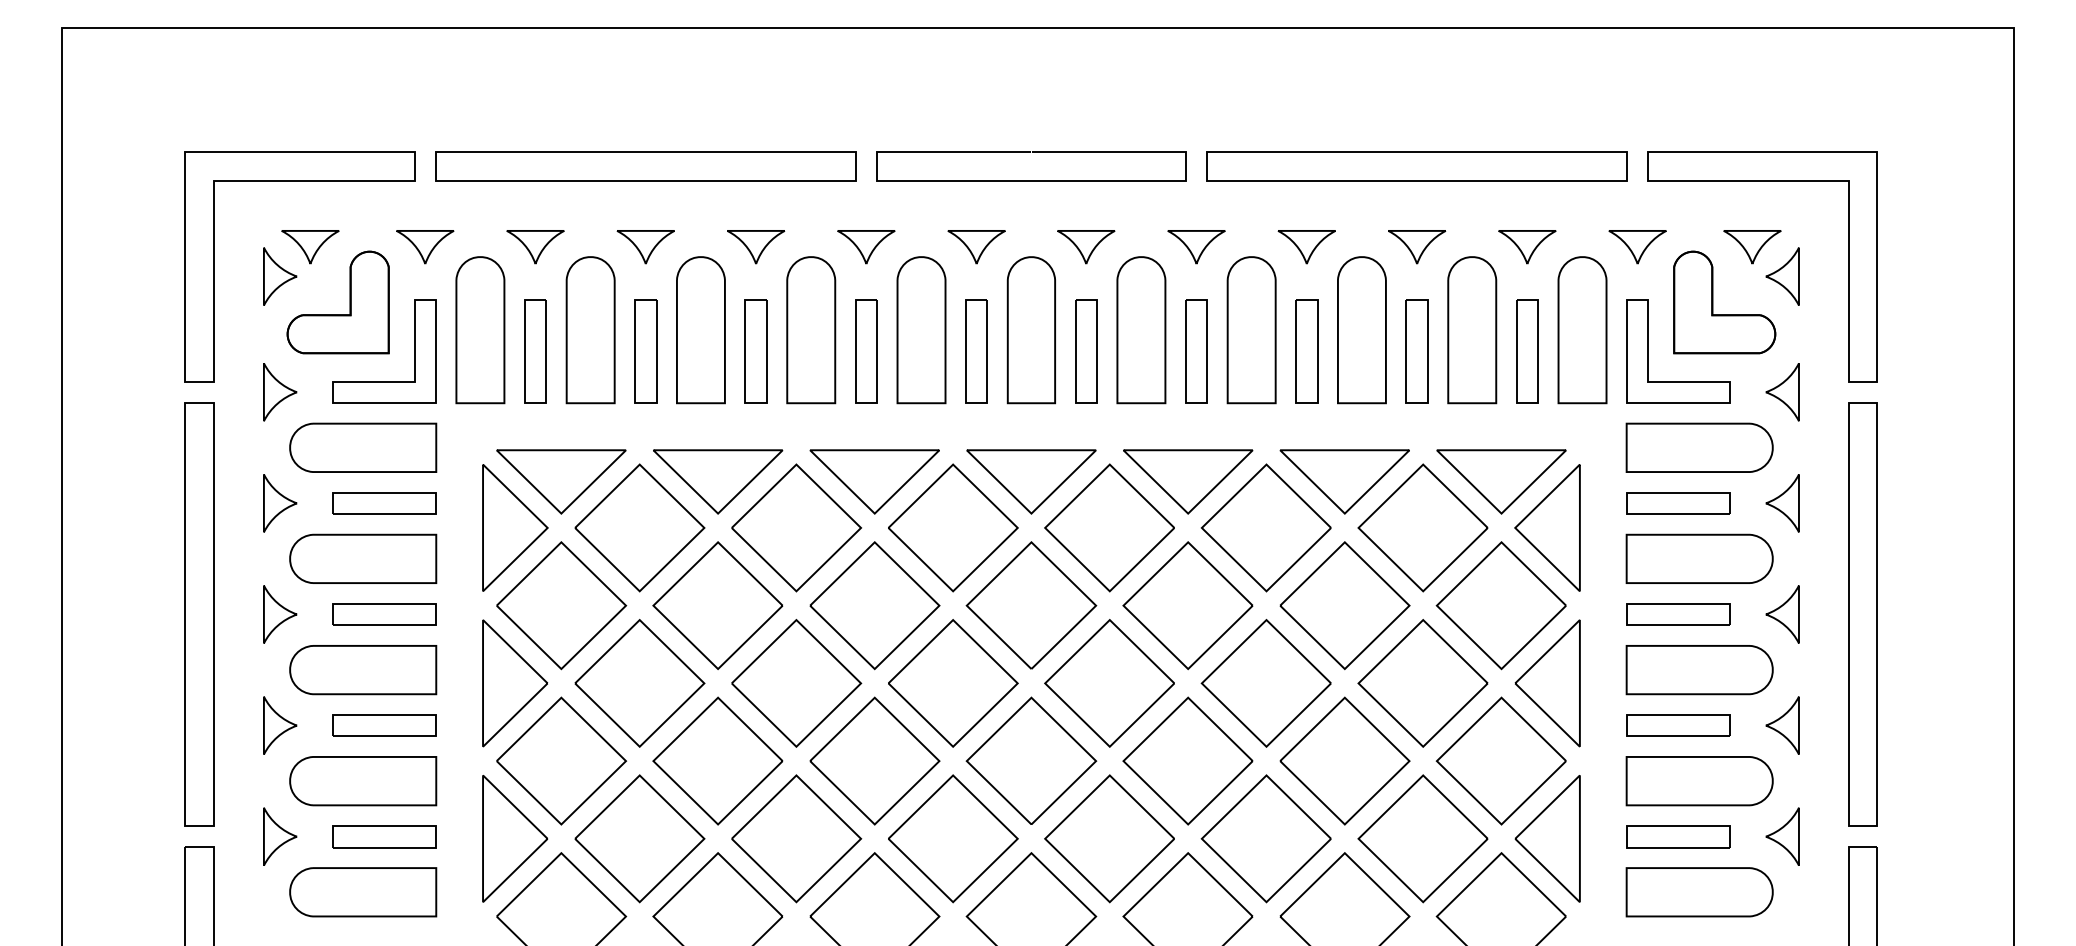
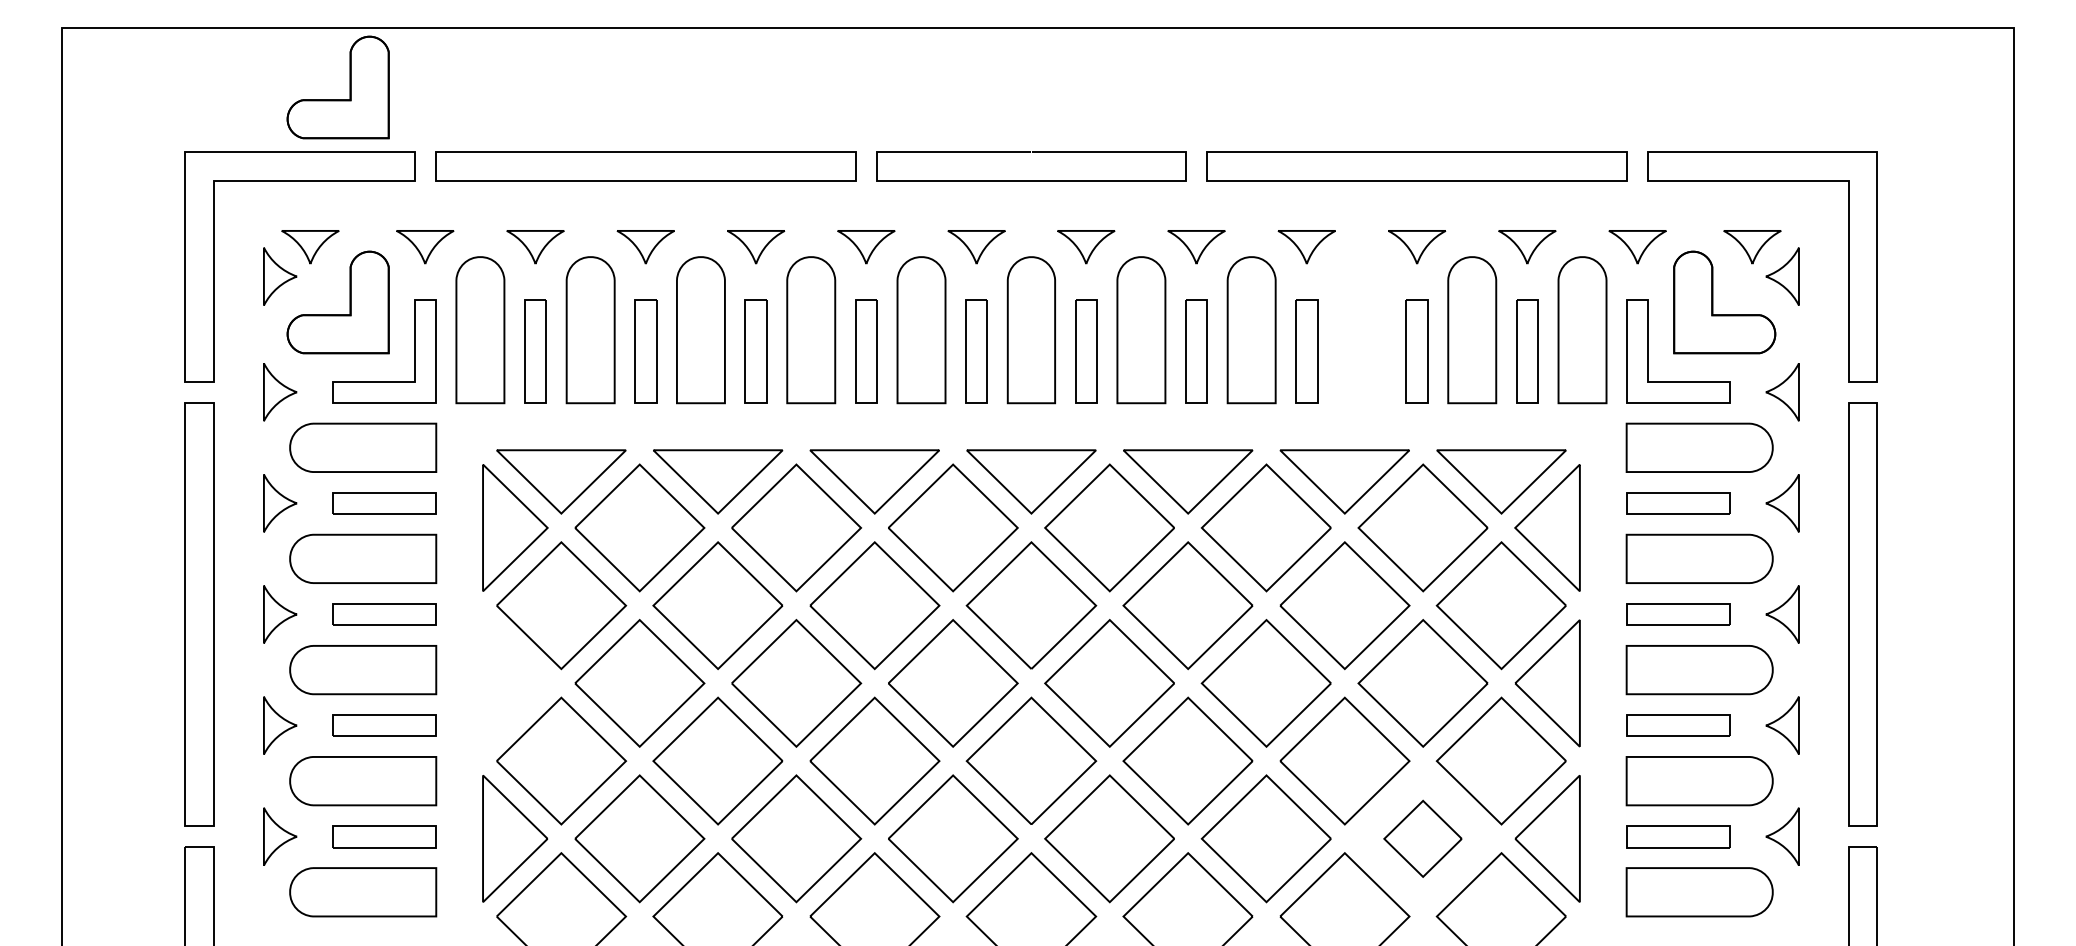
part at (349, 87): none -> present
part at (1361, 330): present -> none
part at (515, 683): present -> none
part at (1422, 838) size: 132x130 px -> 80x79 px
